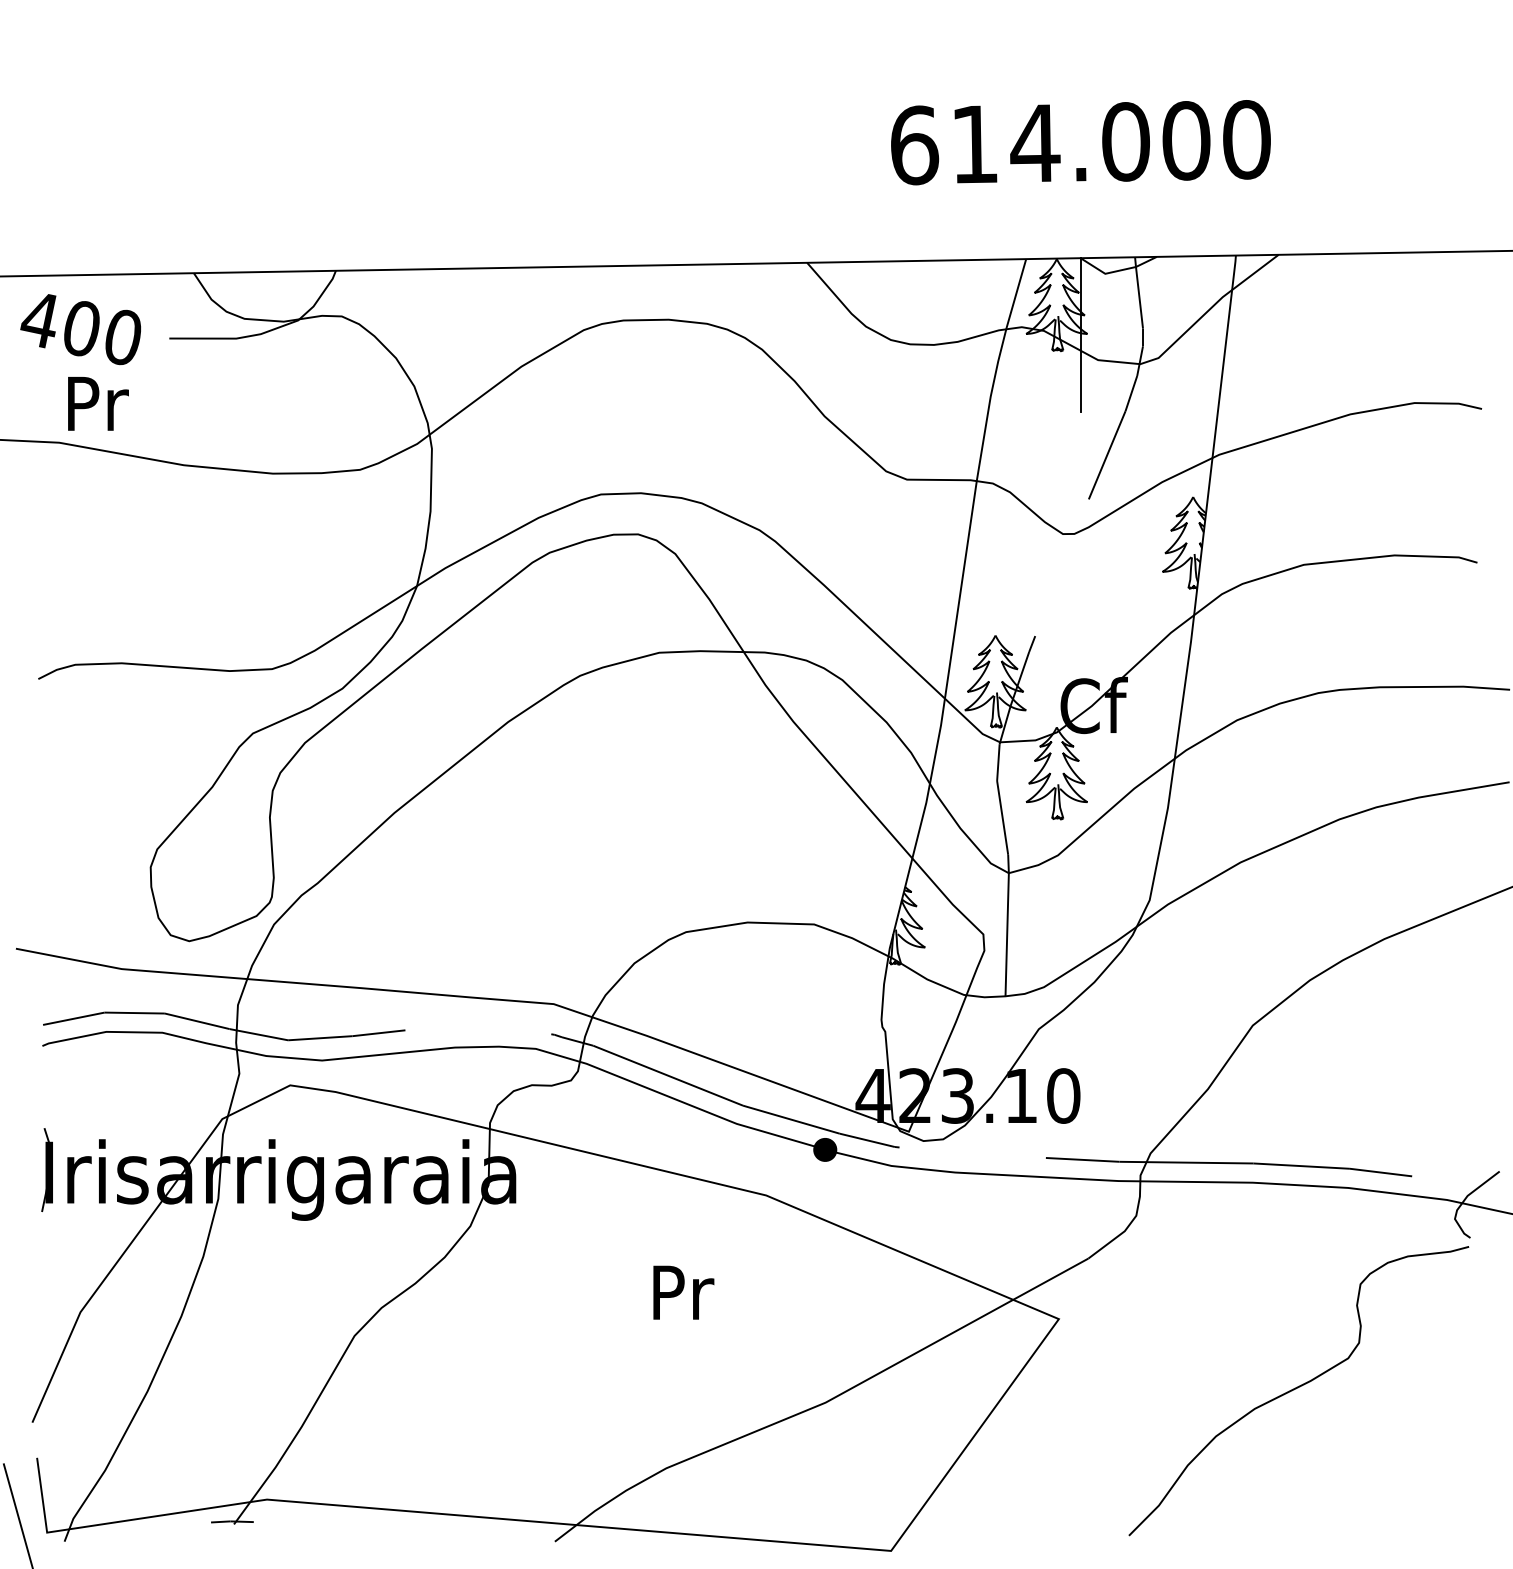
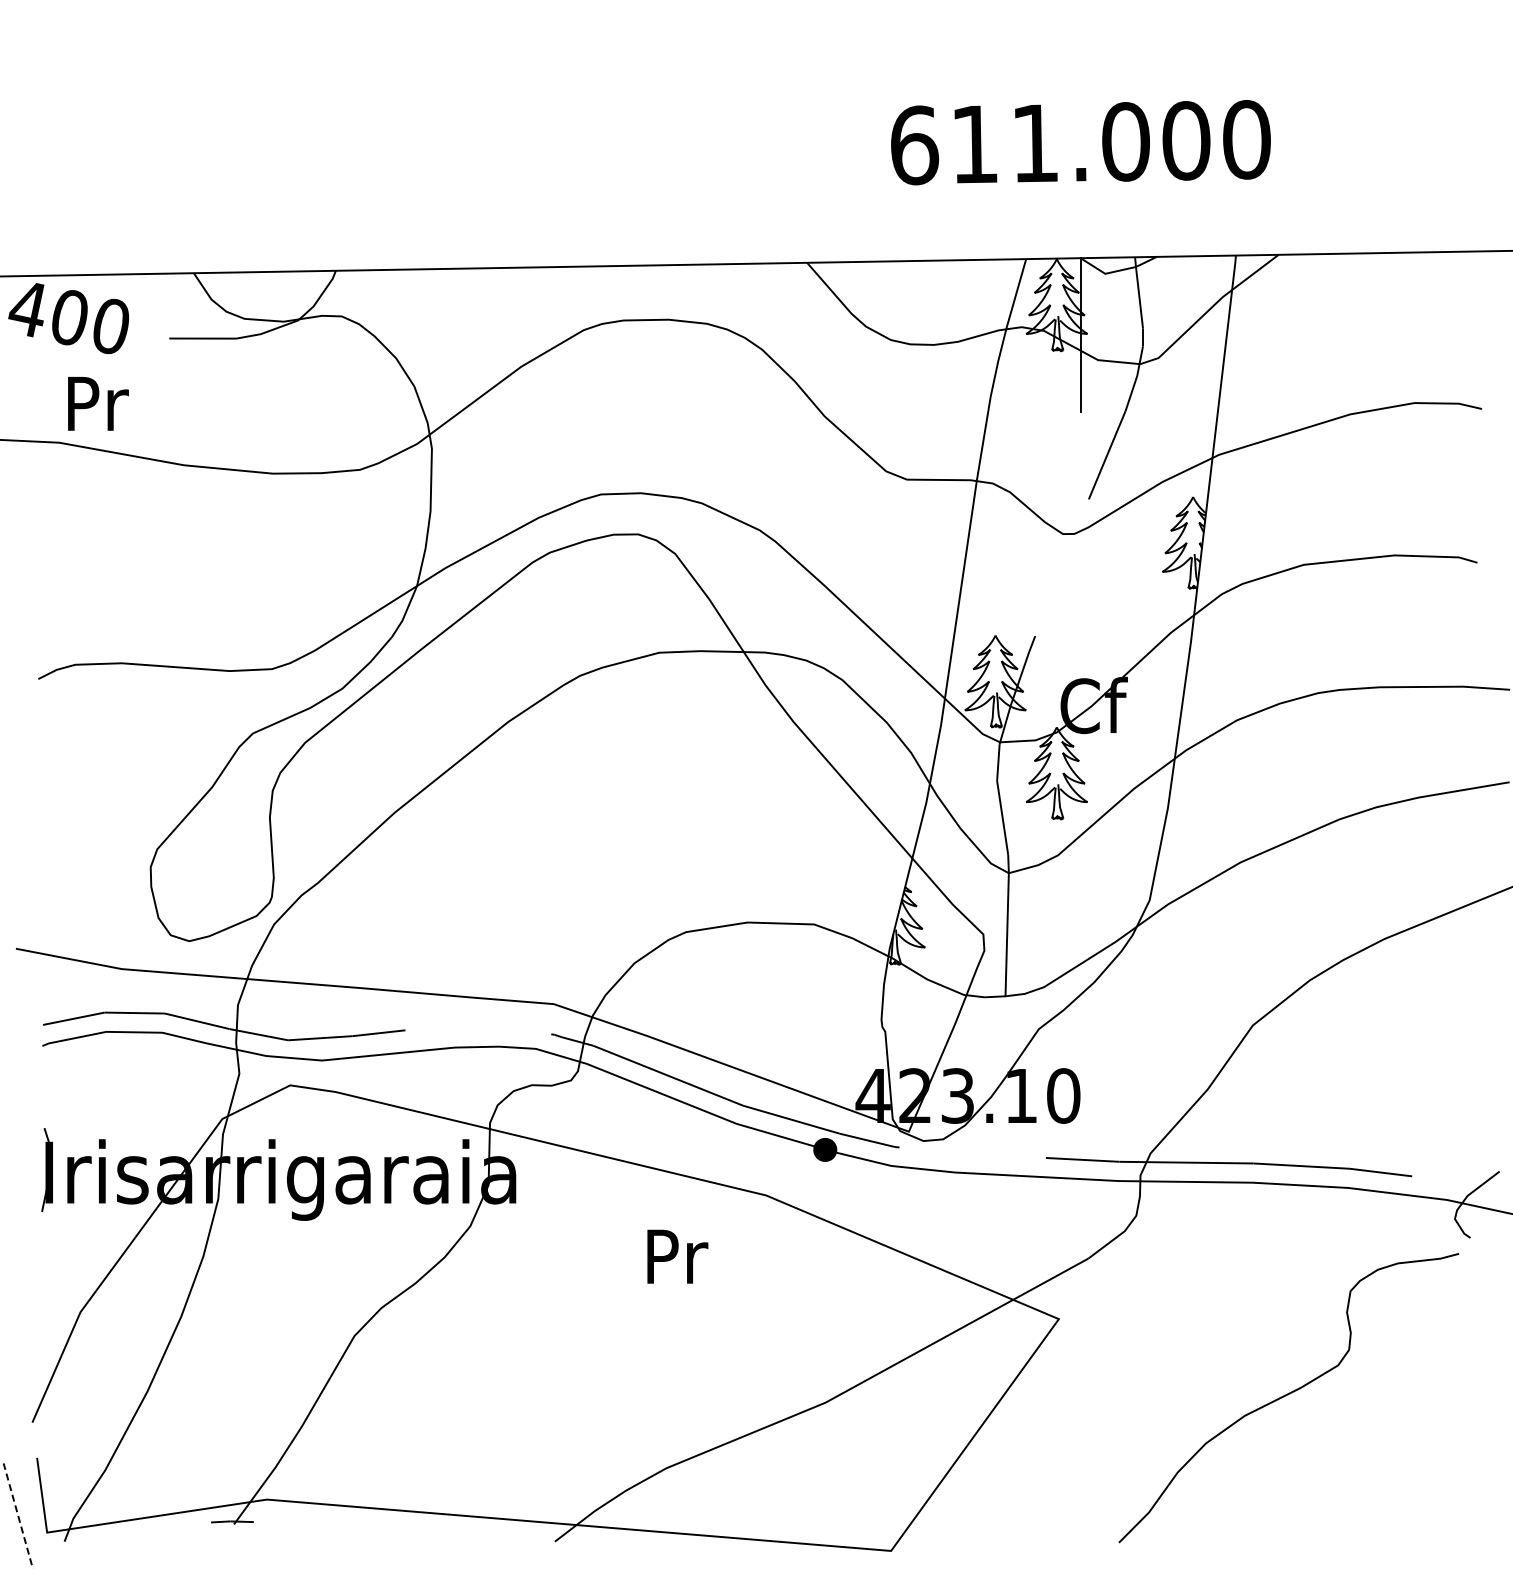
text at (1035, 143): 614.000 -> 611.000
text at (80, 329) position: (80, 329) -> (68, 318)
text at (683, 1292) position: (683, 1292) -> (677, 1256)
curve at (1296, 1389) position: (1296, 1389) -> (1286, 1396)
line at (18, 1515): solid -> dashed
